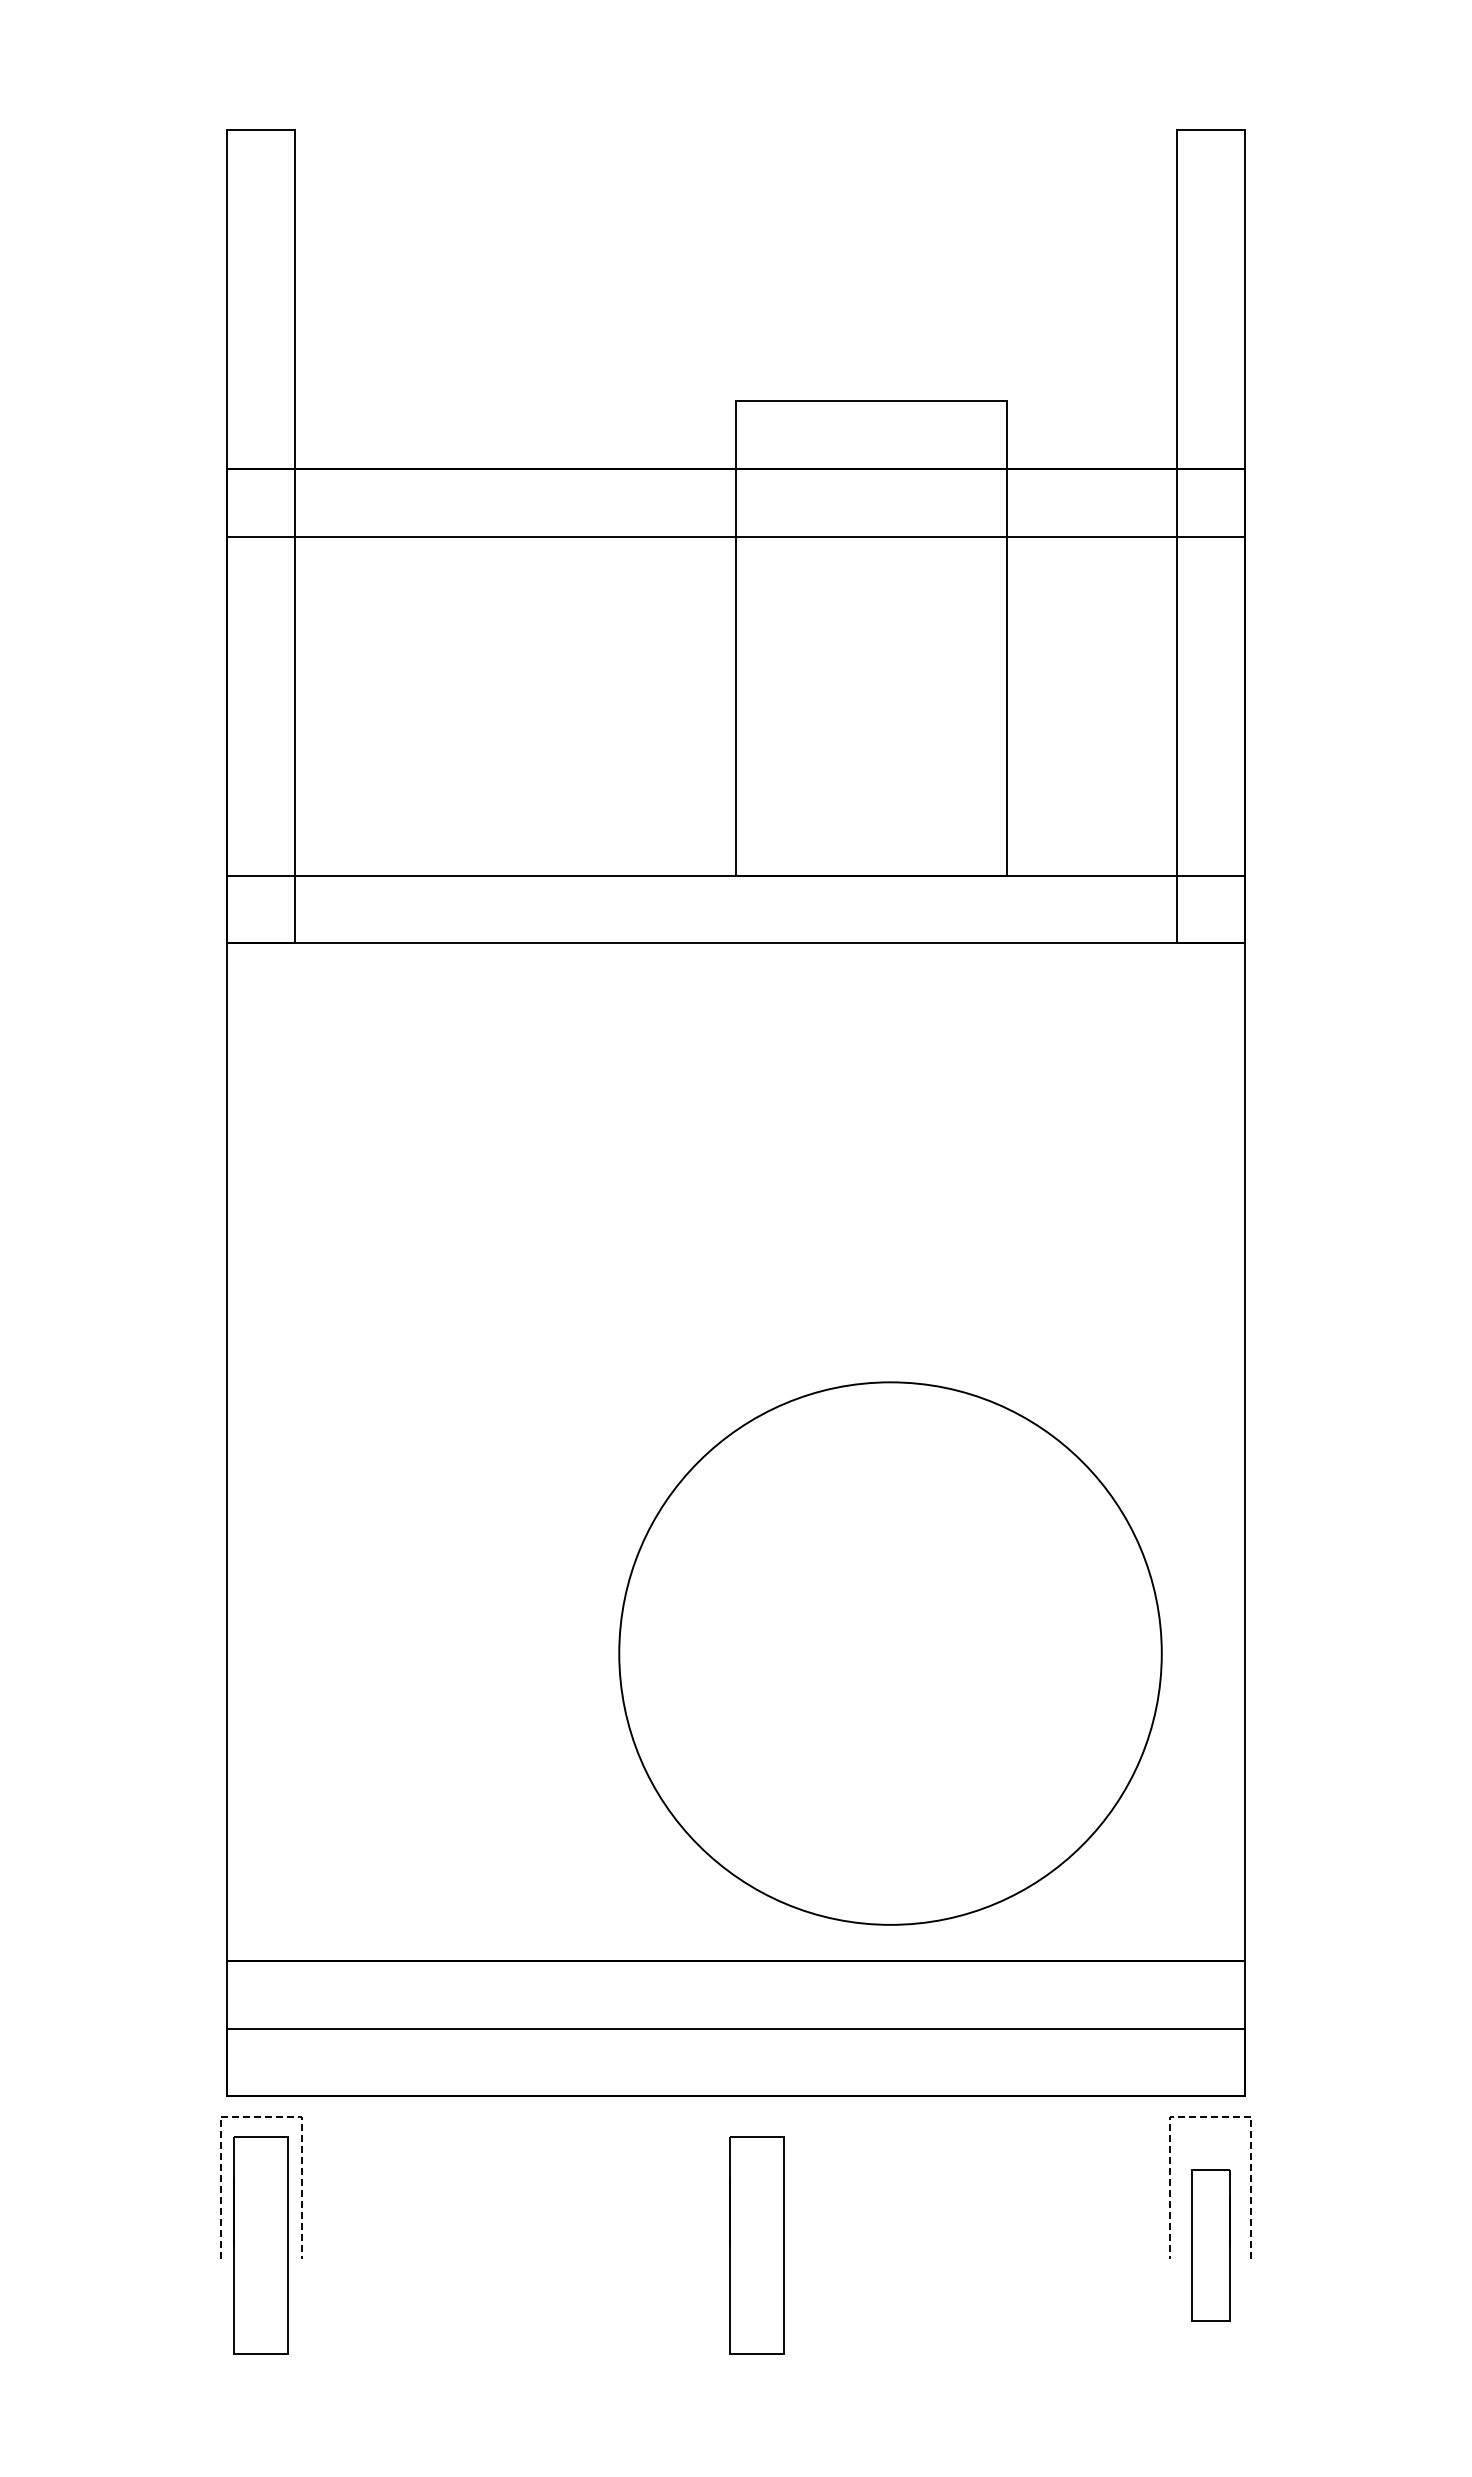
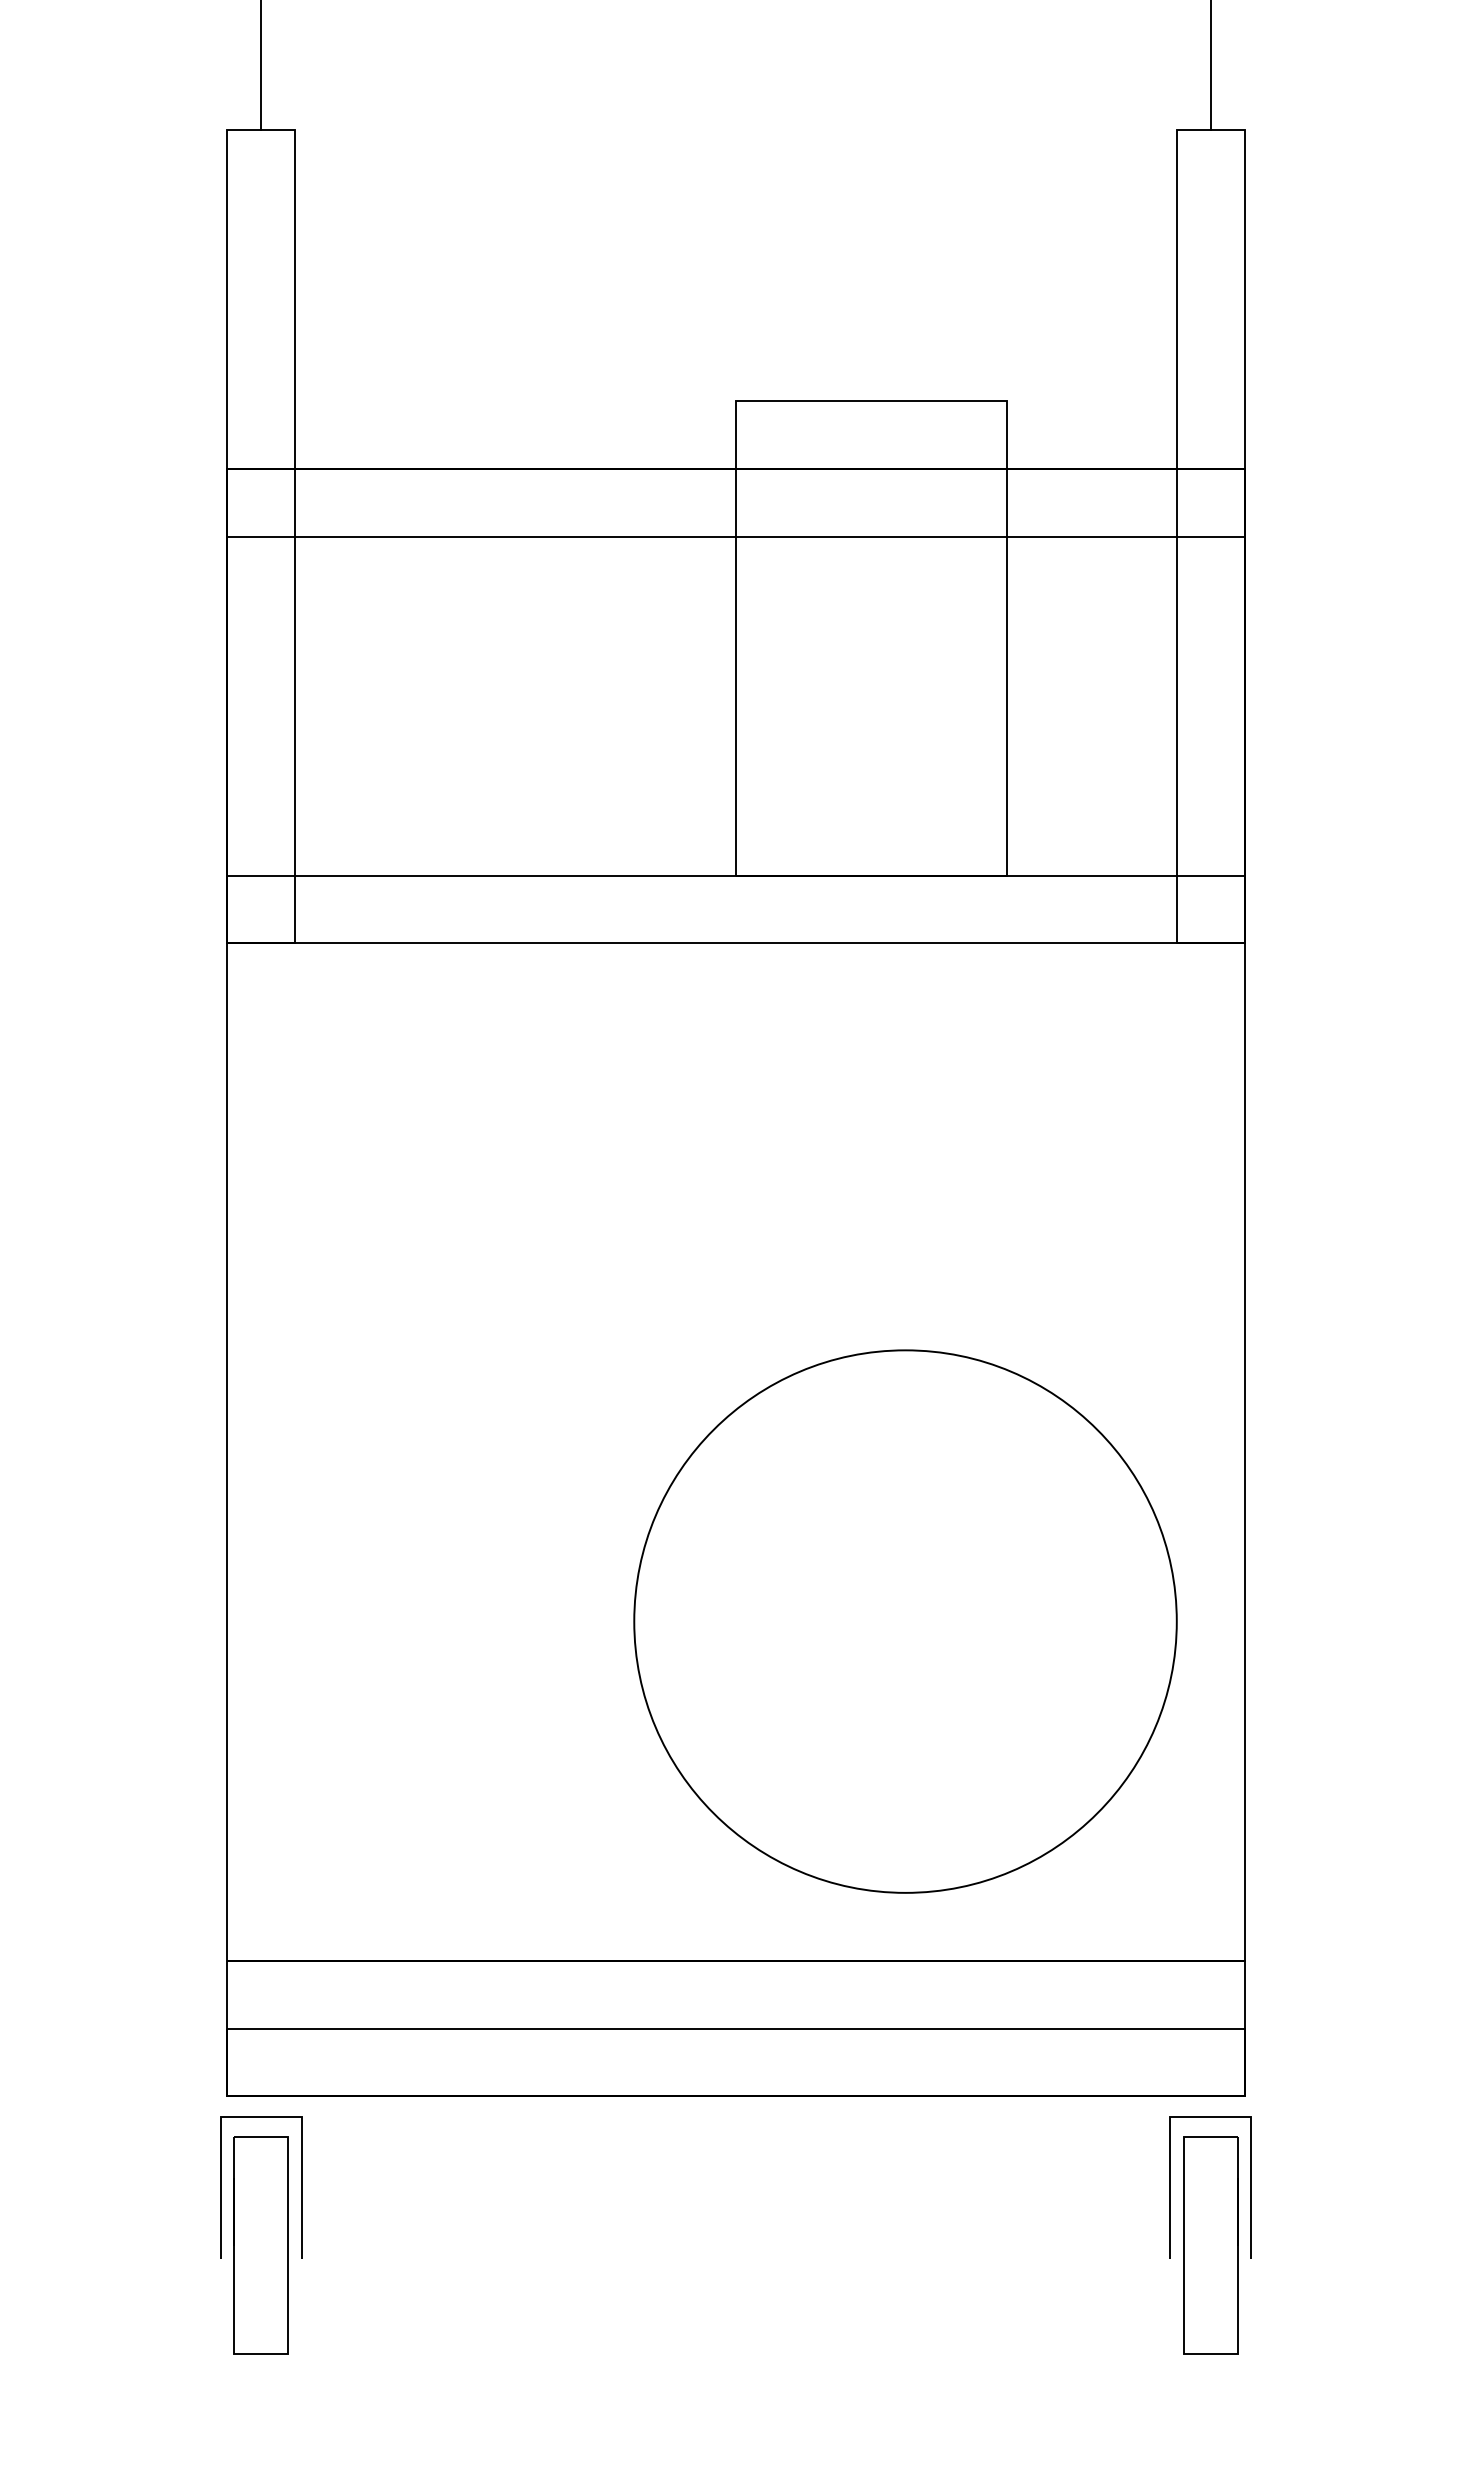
line at (261, 65): none -> present
line at (1210, 65): none -> present
circle at (890, 1653) position: (890, 1653) -> (905, 1621)
line at (261, 2116): dashed -> solid
line at (1210, 2116): dashed -> solid
part at (756, 2245): present -> none
part at (1210, 2245) size: 40x153 px -> 56x219 px
